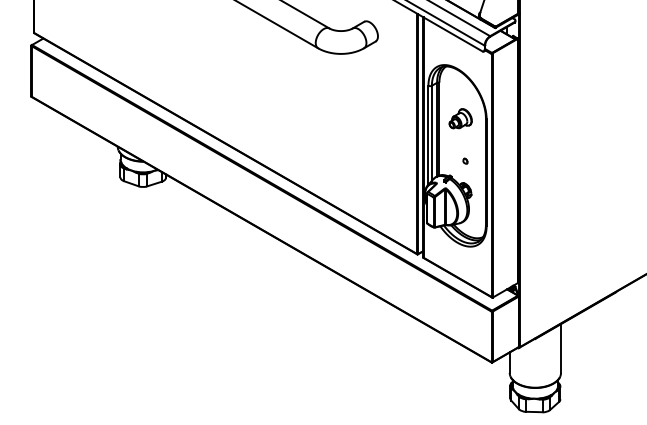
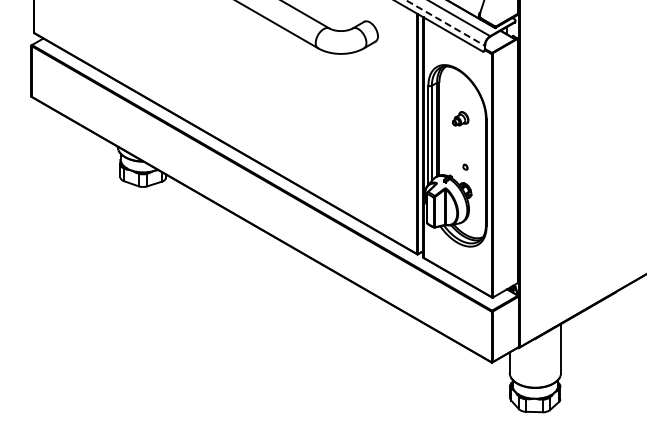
line at (445, 23): solid -> dashed
part at (460, 118) size: 25x22 px -> 19x16 px
part at (465, 160) position: (465, 160) -> (465, 166)
